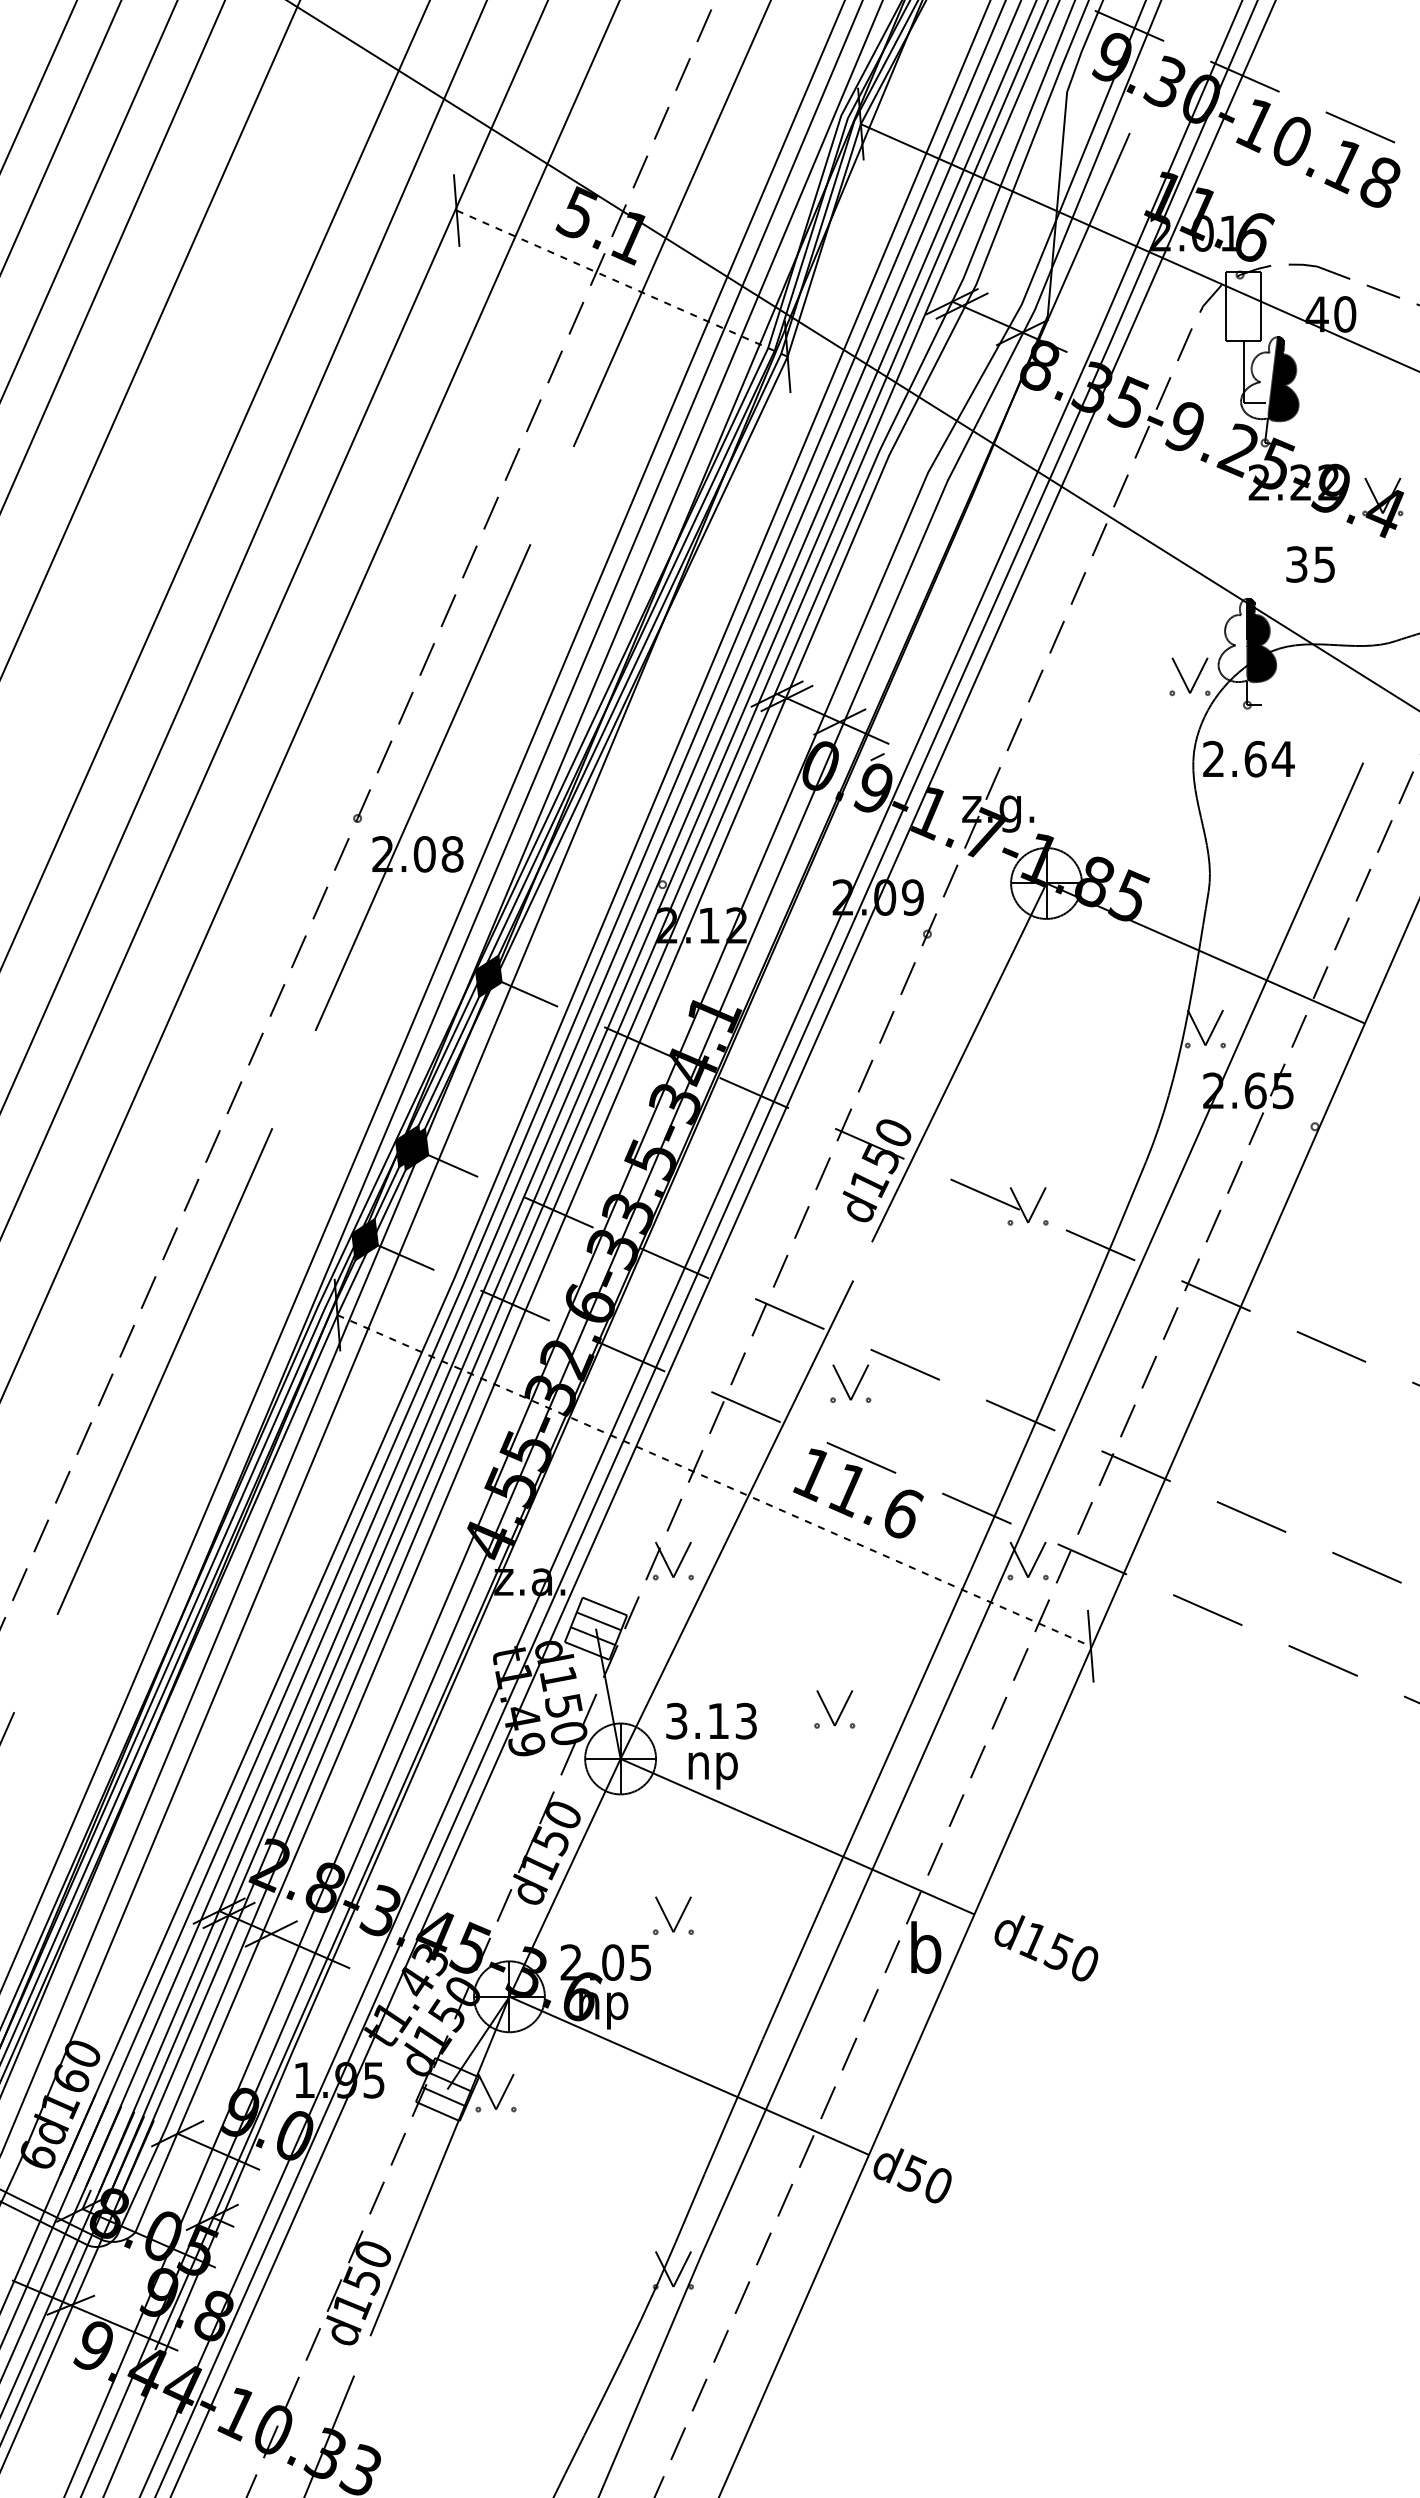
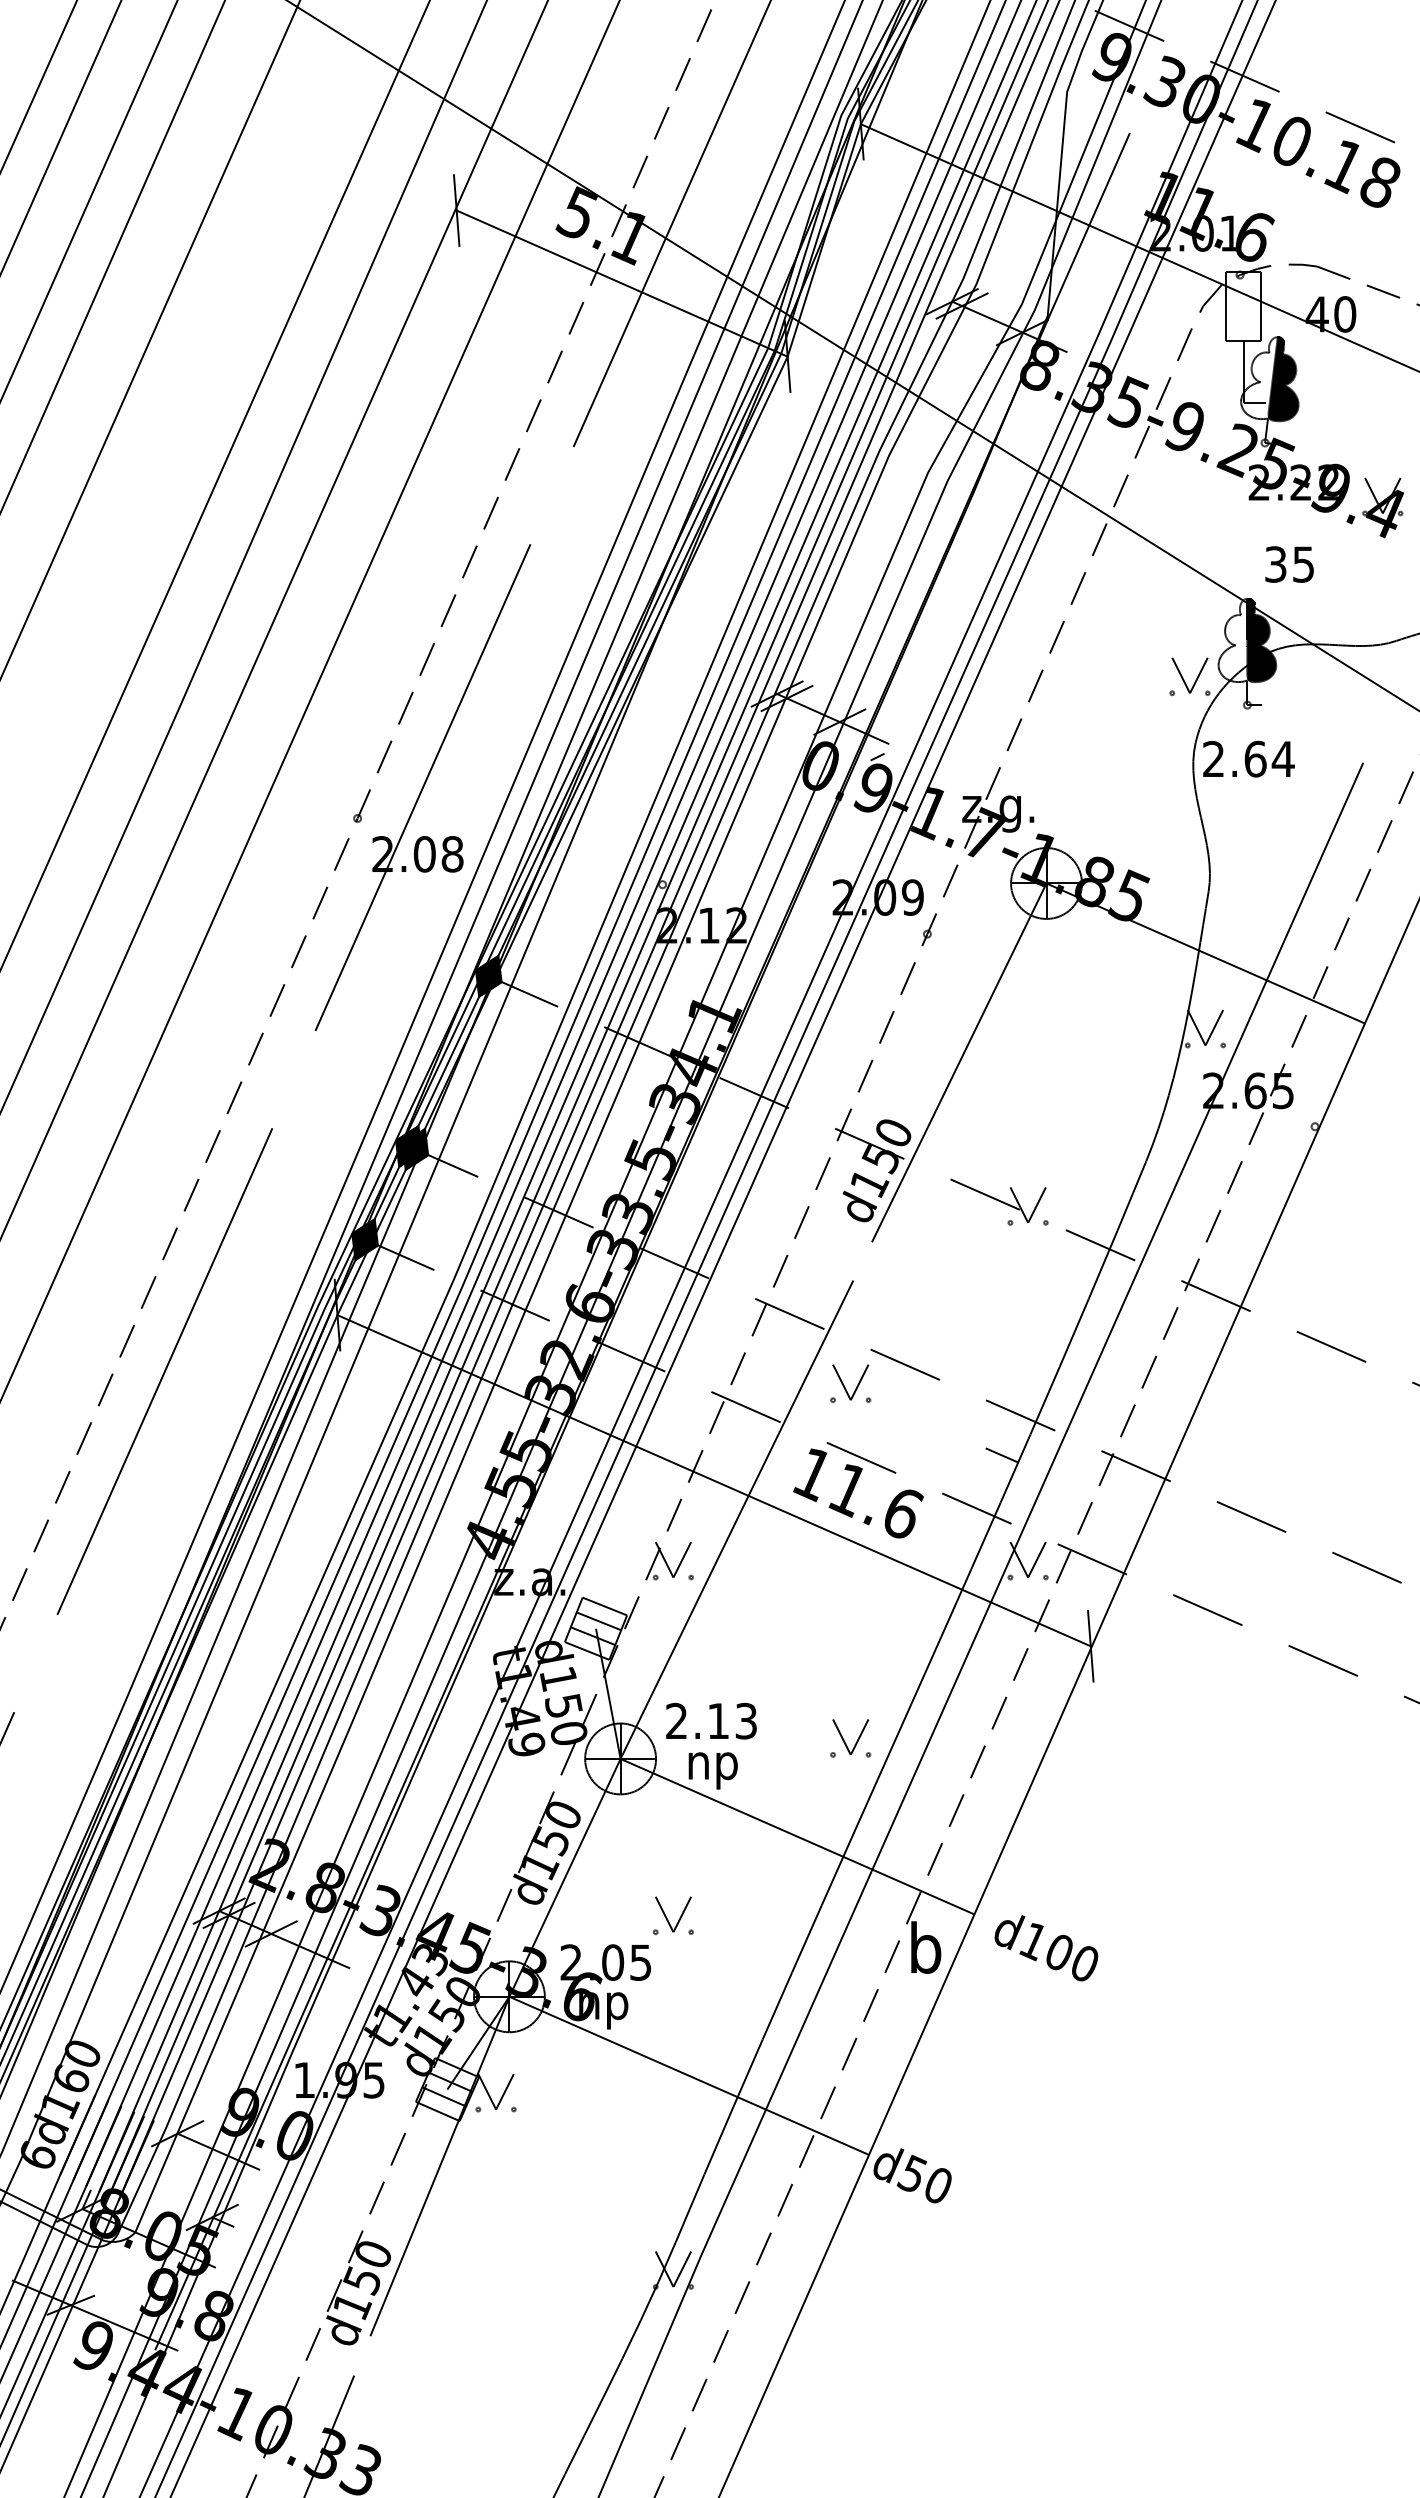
line at (622, 283): dashed -> solid
text at (1310, 564) position: (1310, 564) -> (1289, 564)
line at (1001, 1455): none -> present
line at (714, 1480): dashed -> solid
part at (834, 1709) position: (834, 1709) -> (850, 1738)
text at (676, 1721): 3.13 -> 2.13
text at (1058, 1951): d150 -> d100
